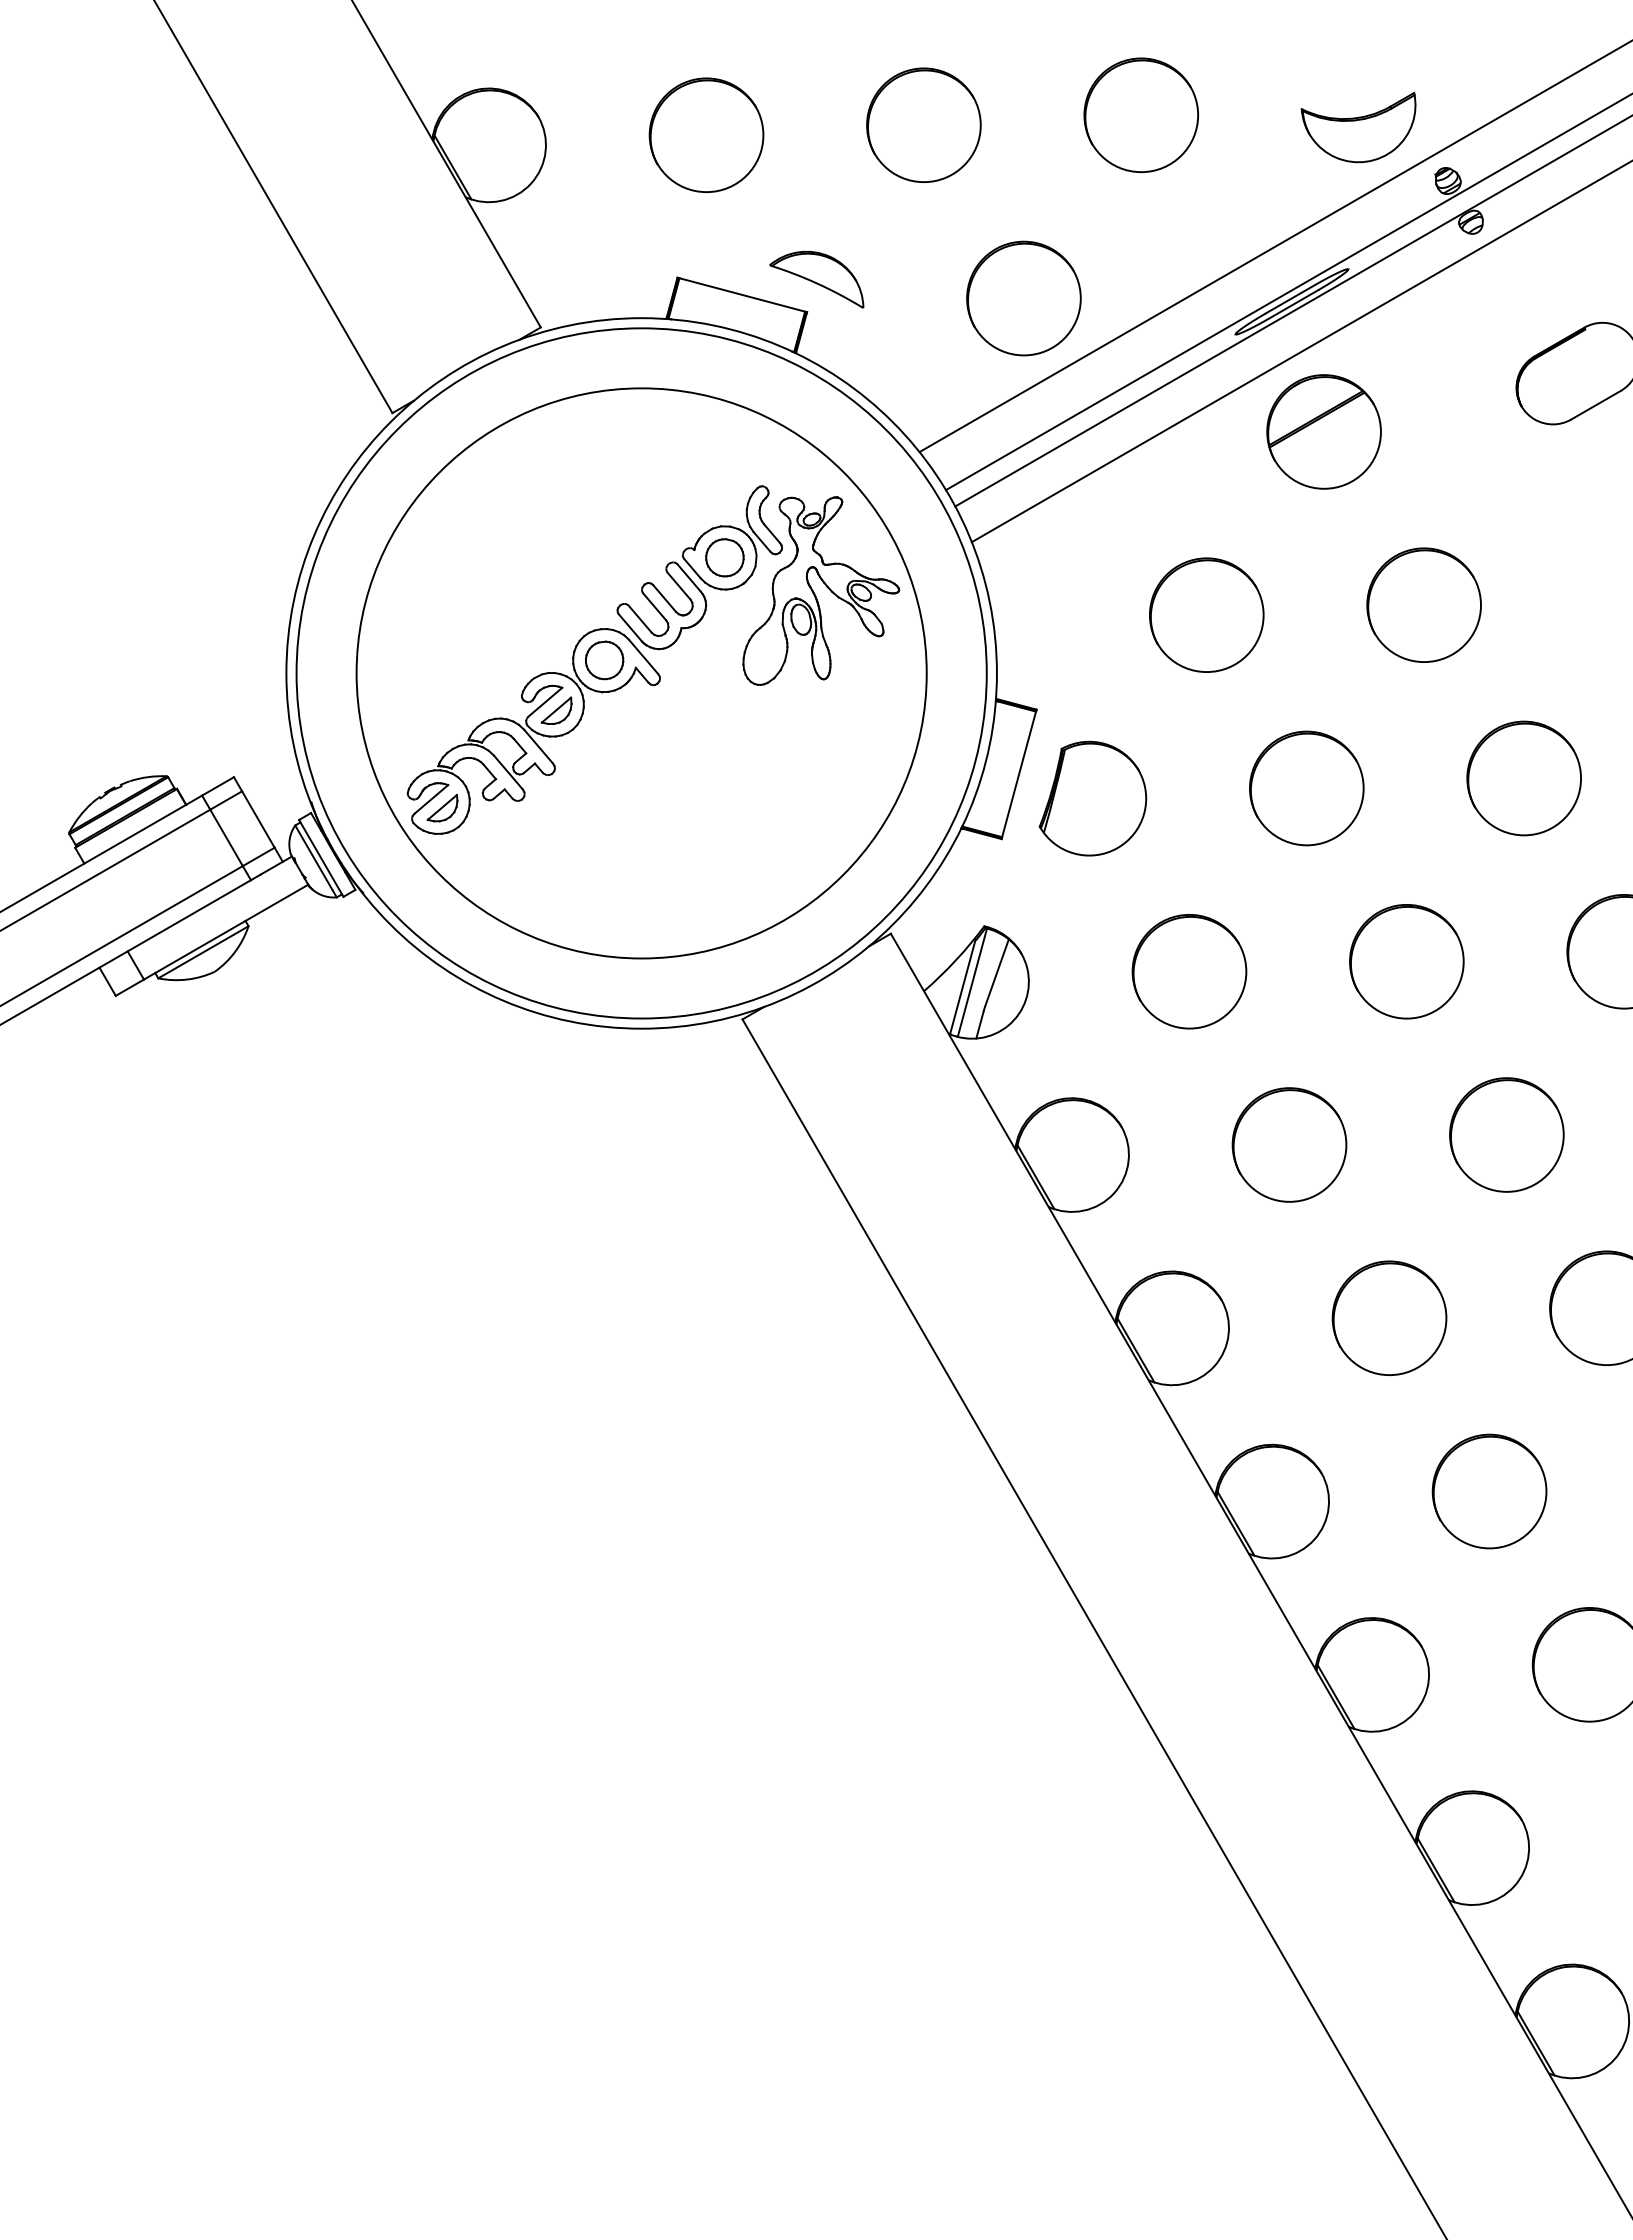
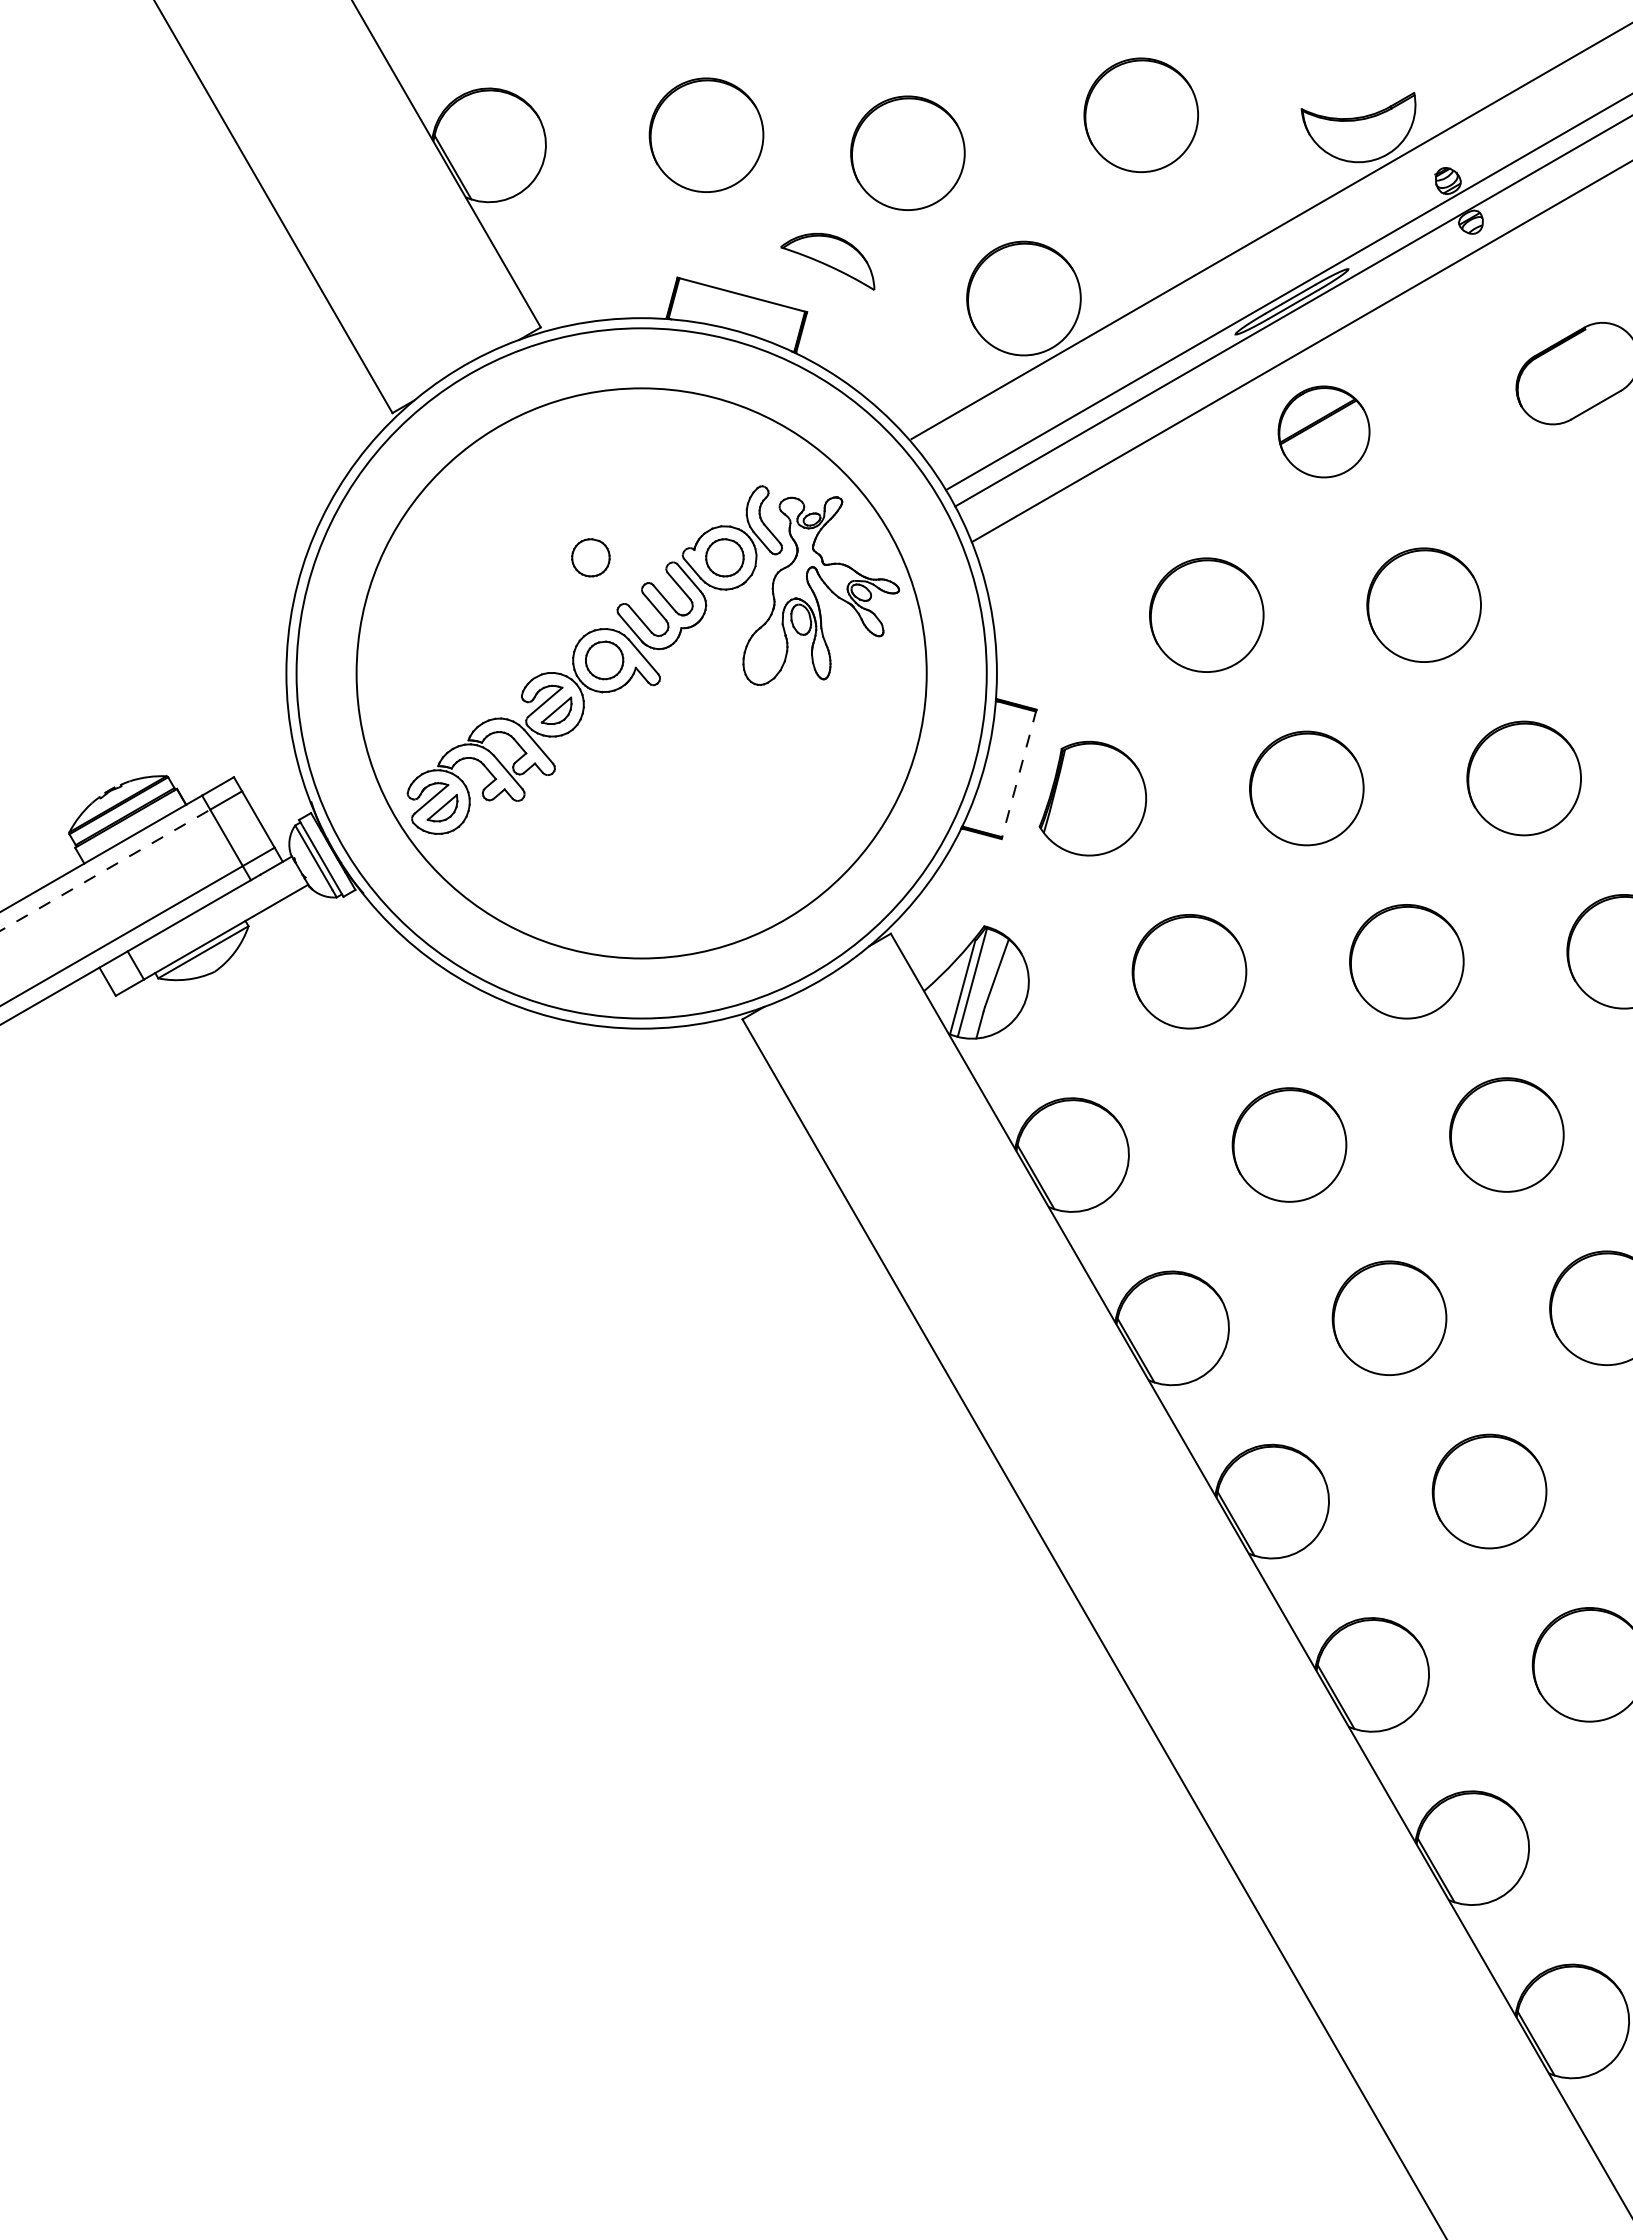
part at (923, 124) position: (923, 124) -> (907, 152)
line at (1274, 247) position: (1274, 247) -> (1270, 231)
part at (816, 279) position: (816, 279) -> (827, 261)
part at (1323, 431) size: 116x116 px -> 94x94 px
part at (590, 557): none -> present
line at (1018, 774): solid -> dashed
line at (105, 870): solid -> dashed
